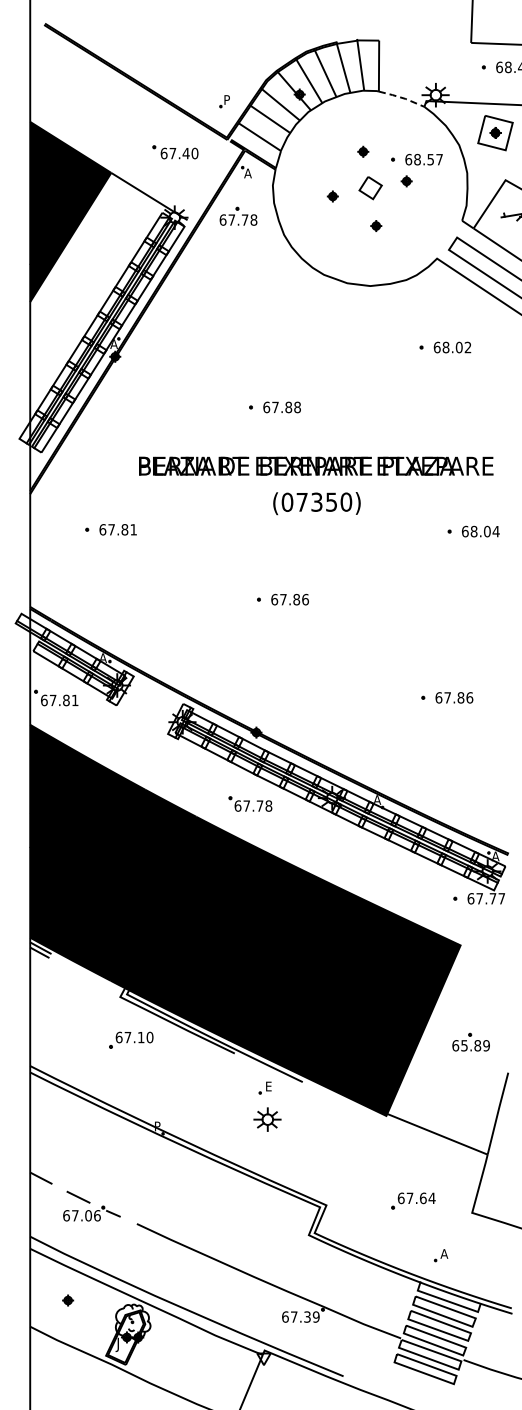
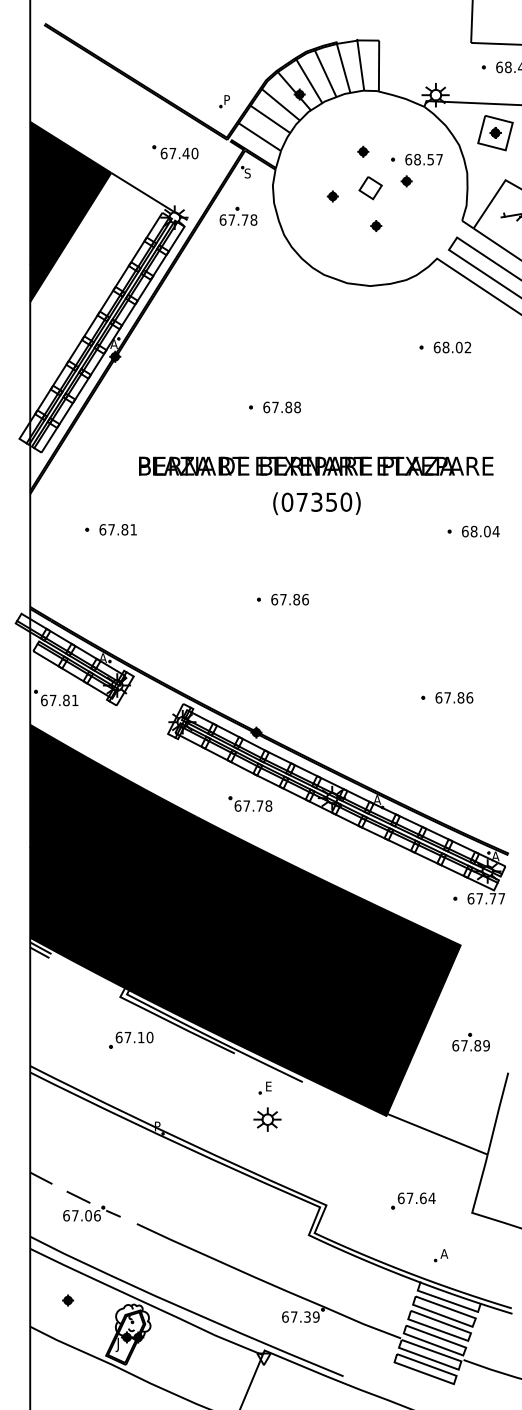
line at (402, 97): dashed -> solid
text at (247, 173): A -> S
text at (464, 1045): 65.89 -> 67.89
